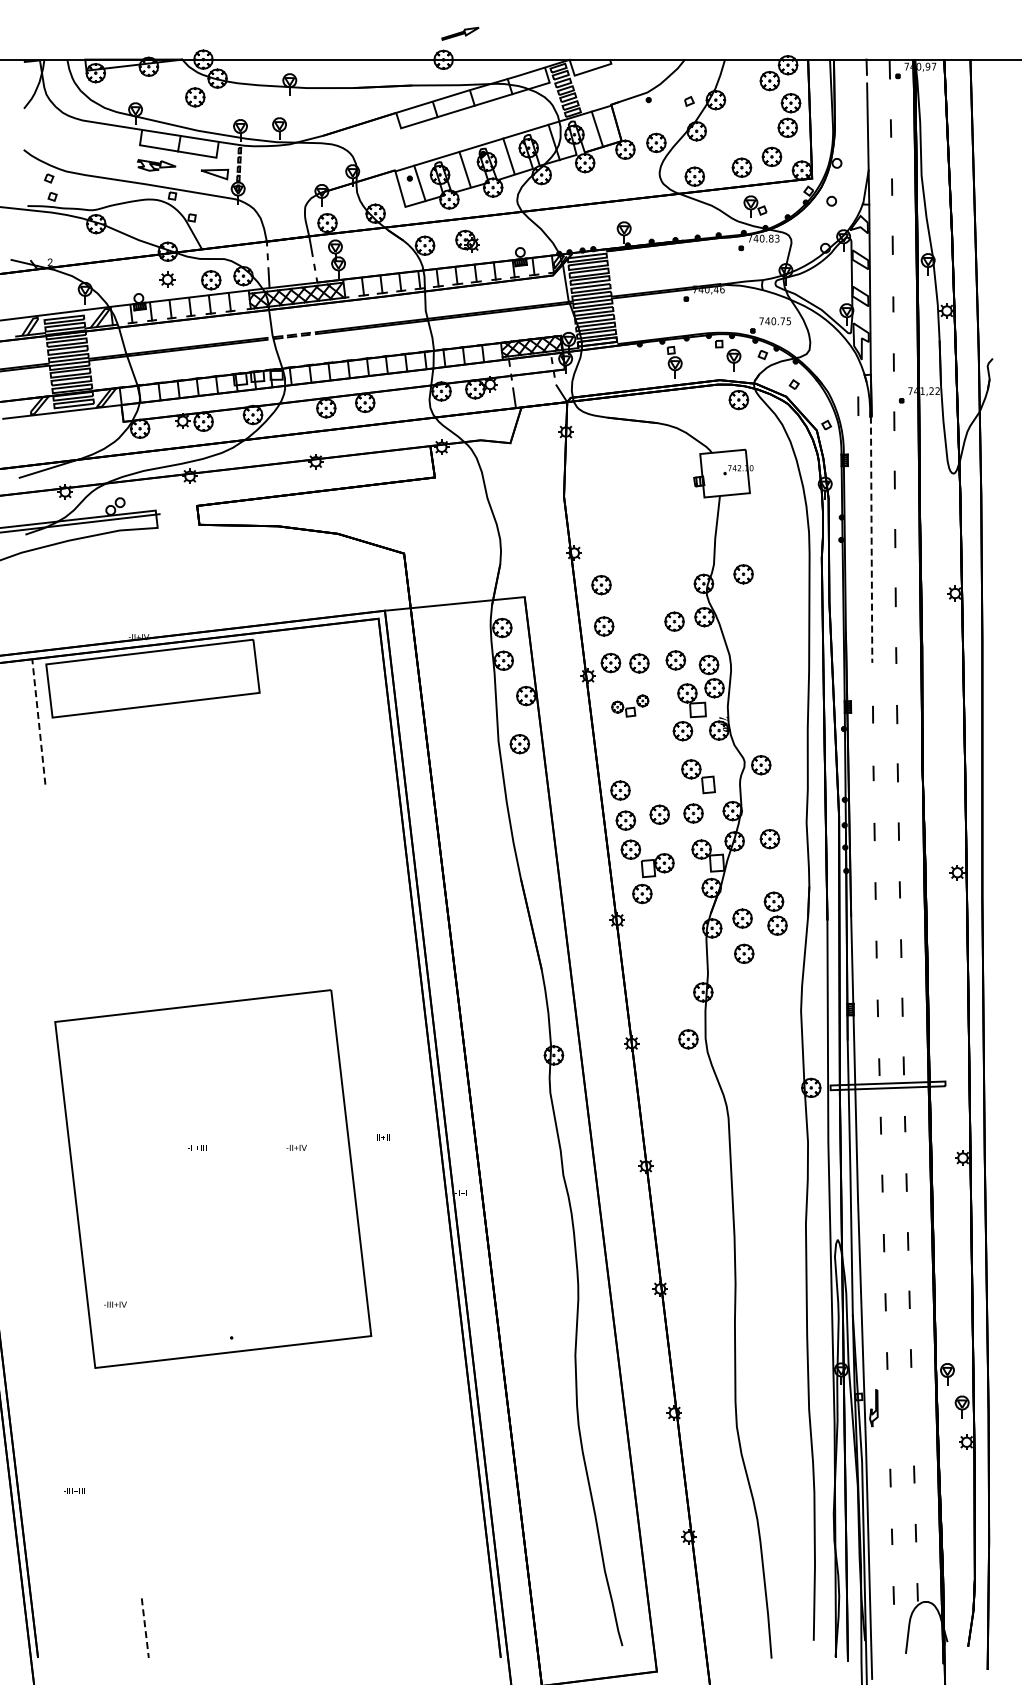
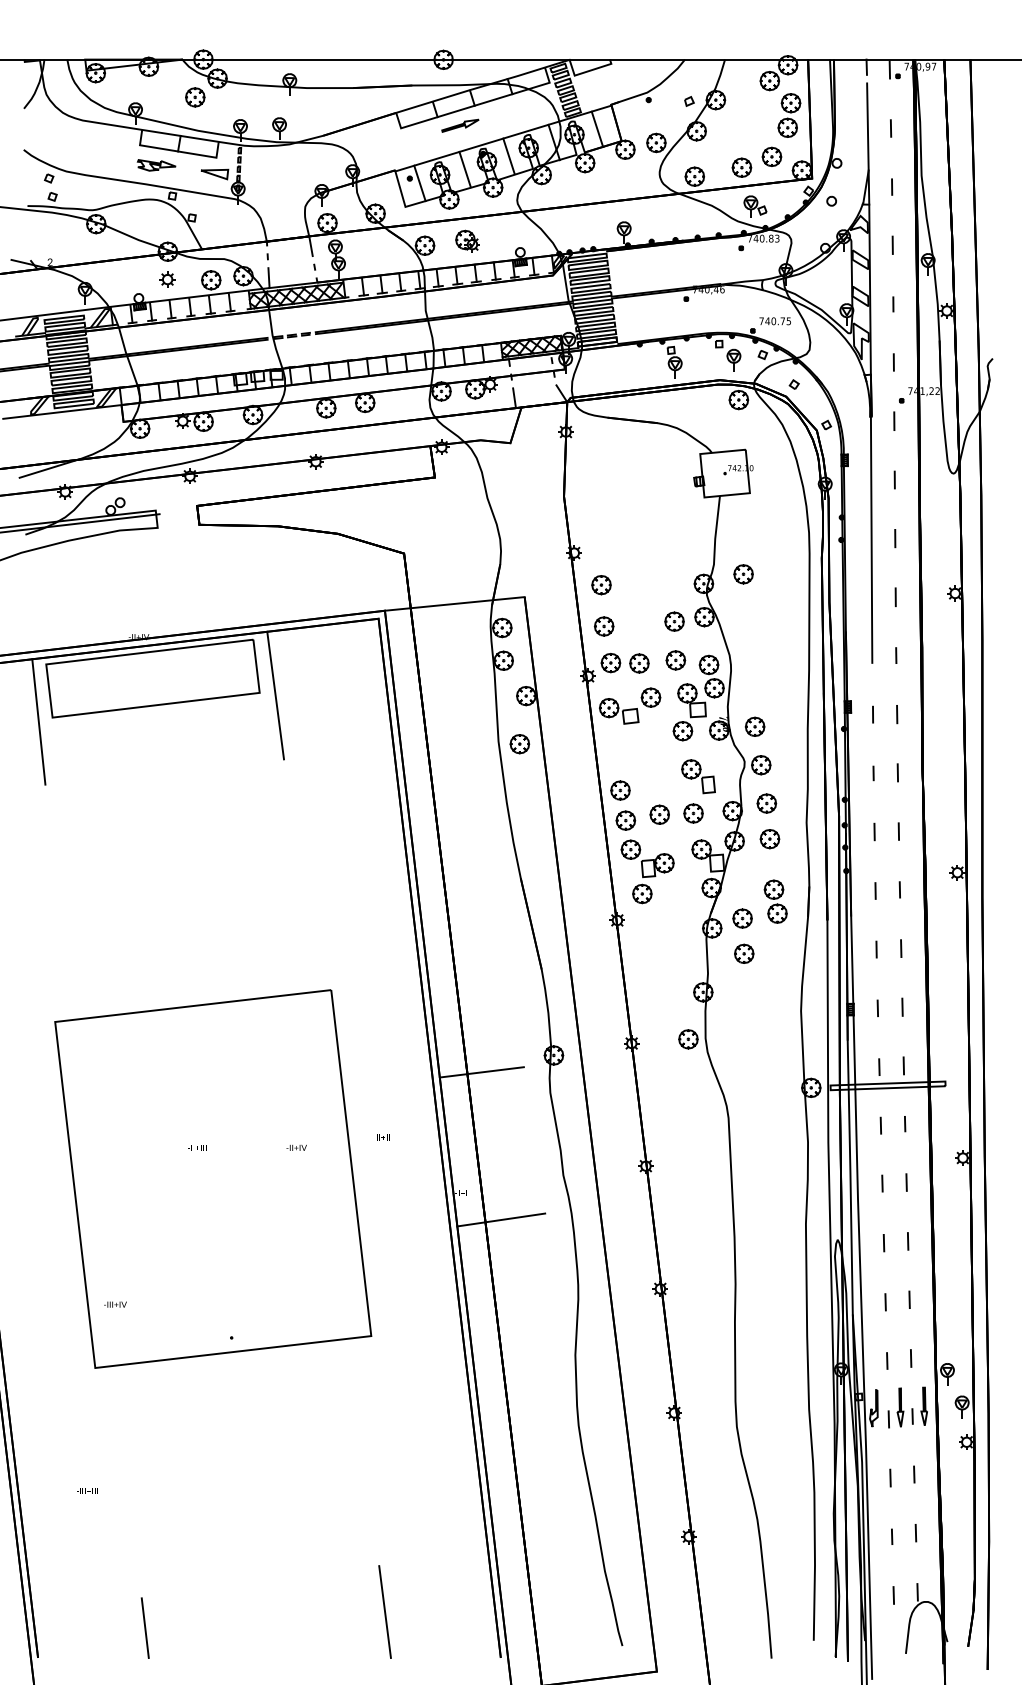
part at (460, 33) position: (460, 33) -> (460, 125)
line at (858, 405): present -> none
line at (871, 540): dashed -> solid
line at (275, 695): none -> present
part at (630, 705) size: 39x24 px -> 63x38 px
line at (38, 721): dashed -> solid
part at (754, 726): none -> present
part at (766, 803): none -> present
part at (775, 913) position: (775, 913) -> (775, 901)
line at (481, 1072): none -> present
line at (501, 1219): none -> present
part at (907, 1407): none -> present
text at (74, 1490) position: (74, 1490) -> (87, 1490)
line at (384, 1611): none -> present
line at (145, 1628): dashed -> solid
